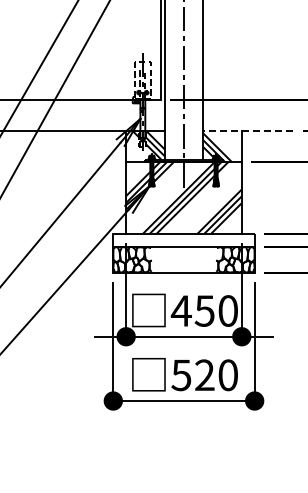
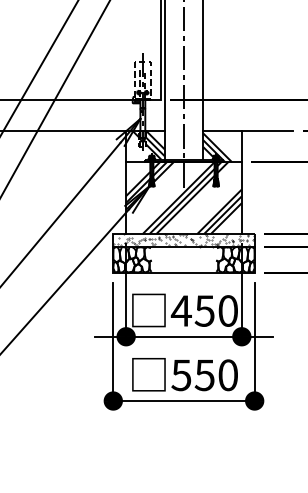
line at (248, 131): dashed -> solid
hatch at (183, 240): none -> present
text at (204, 375): 520 -> 550
